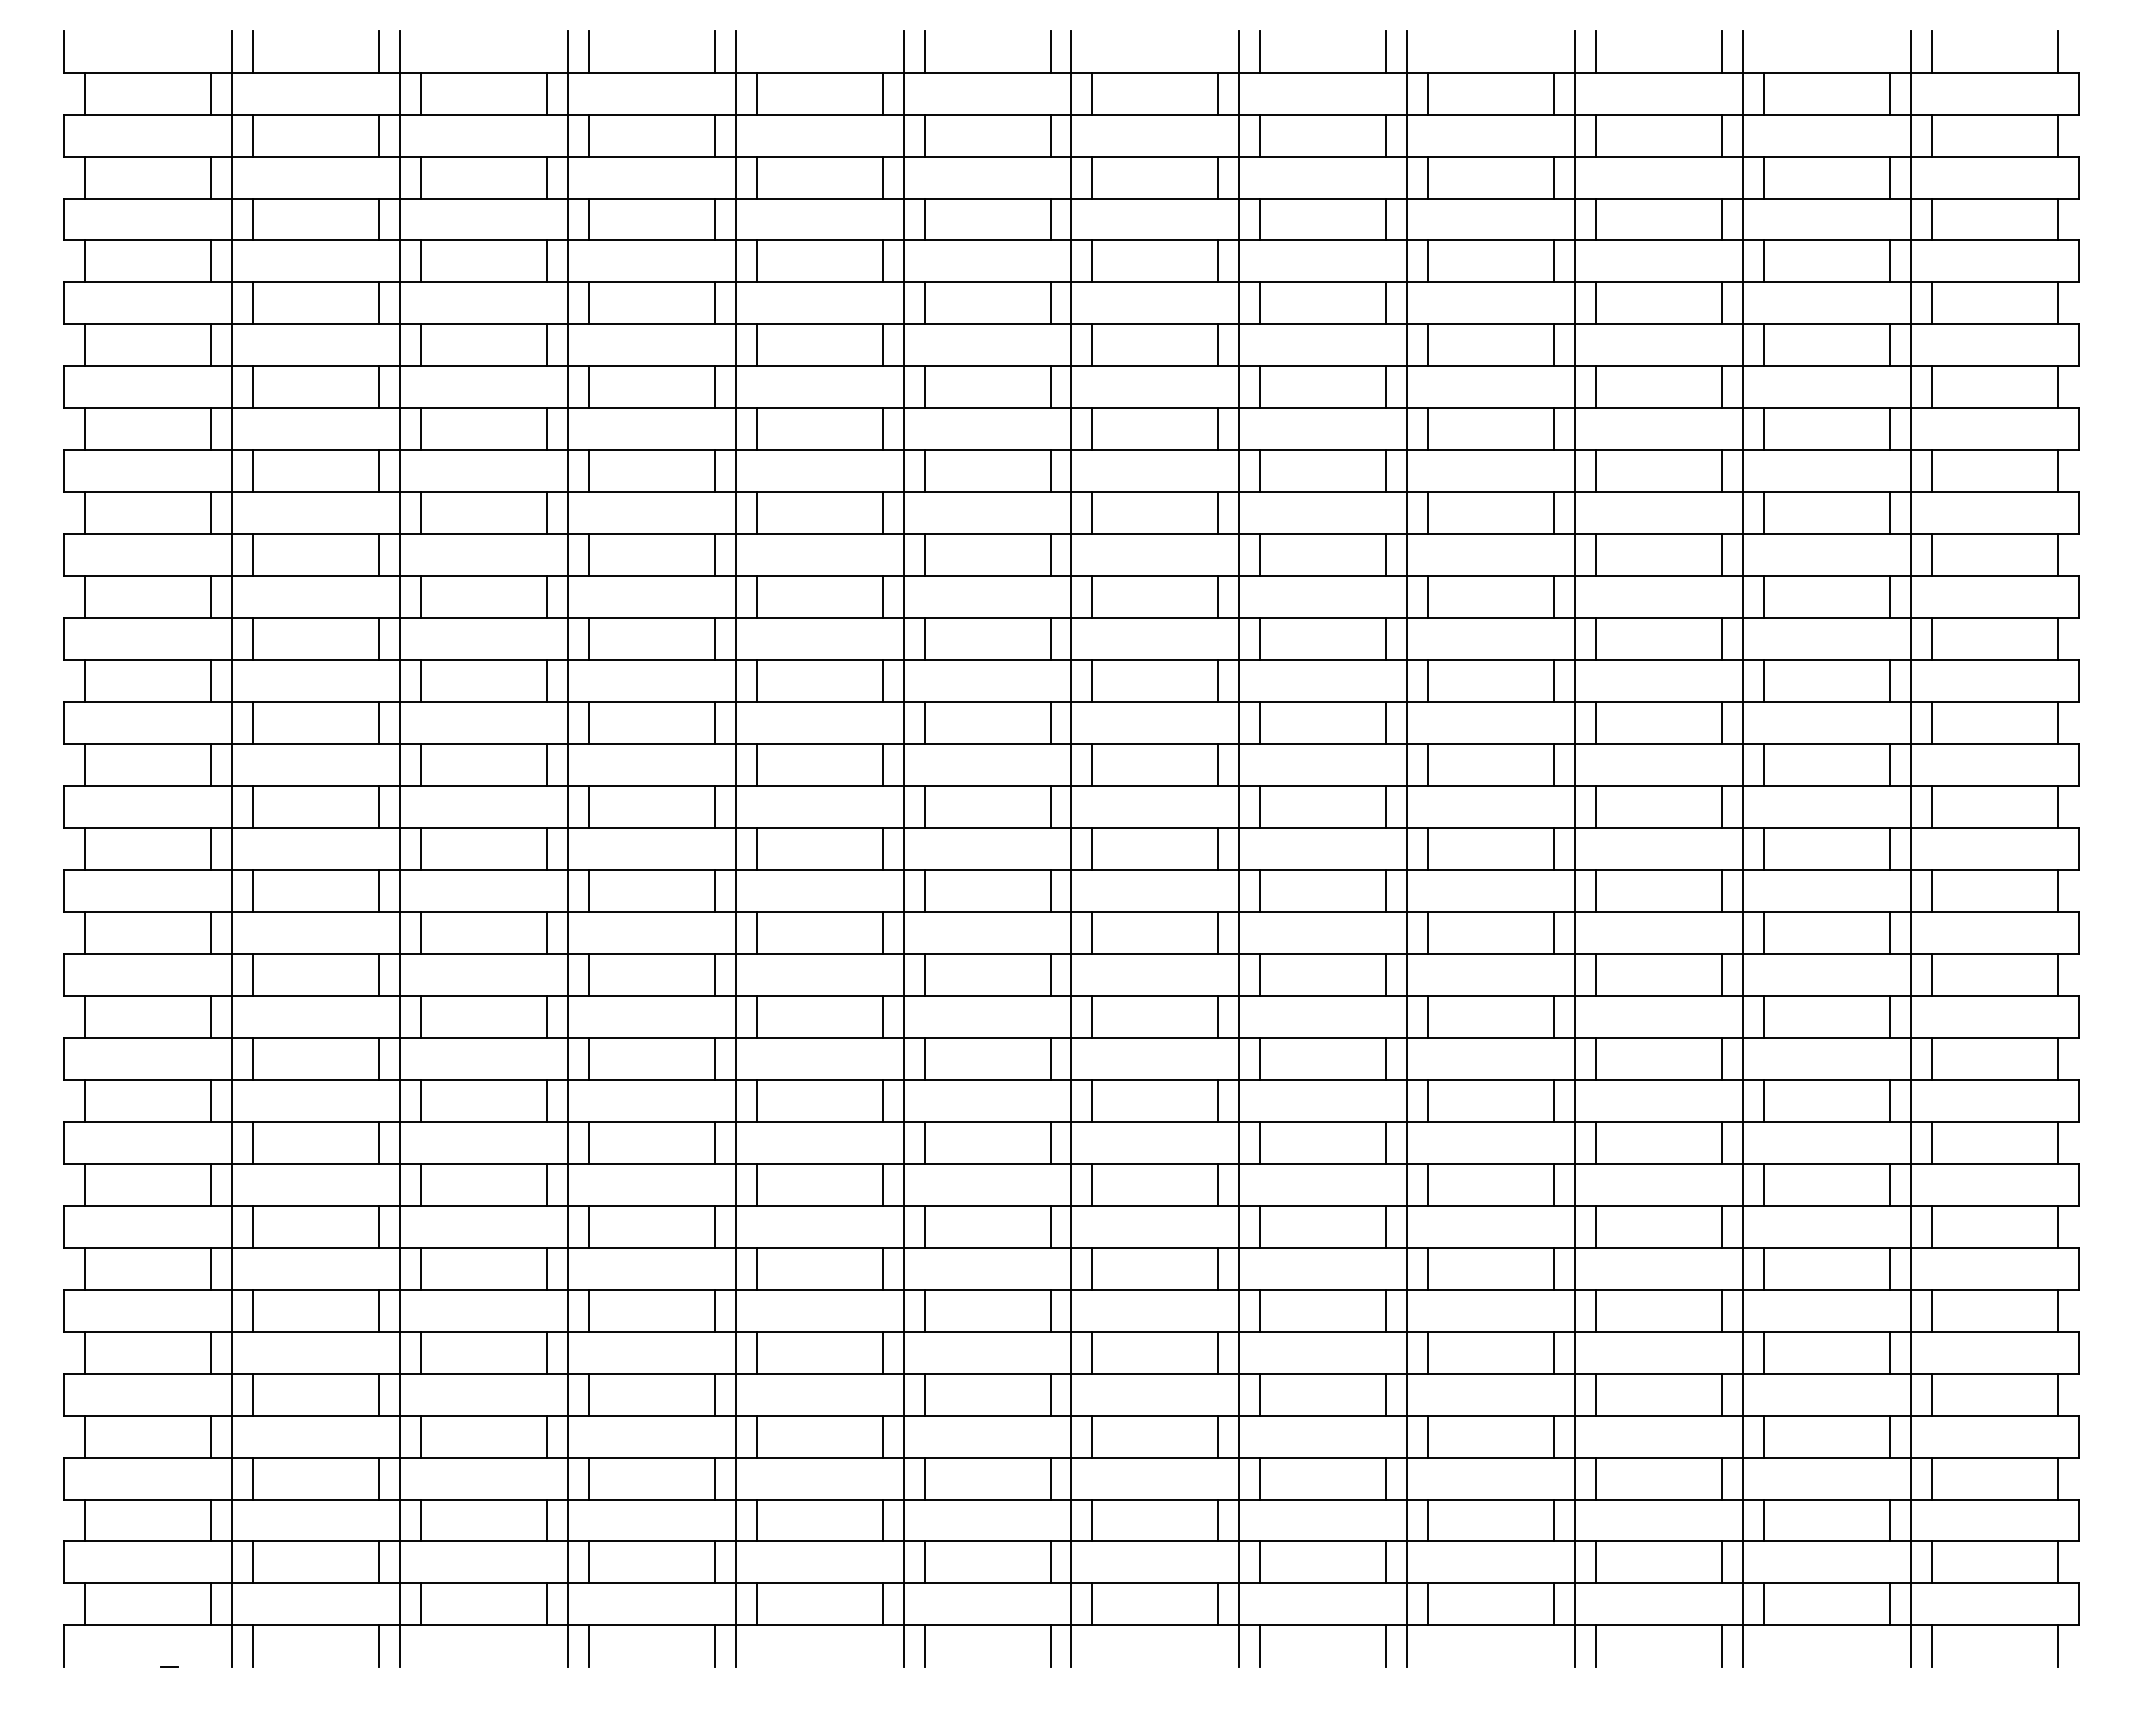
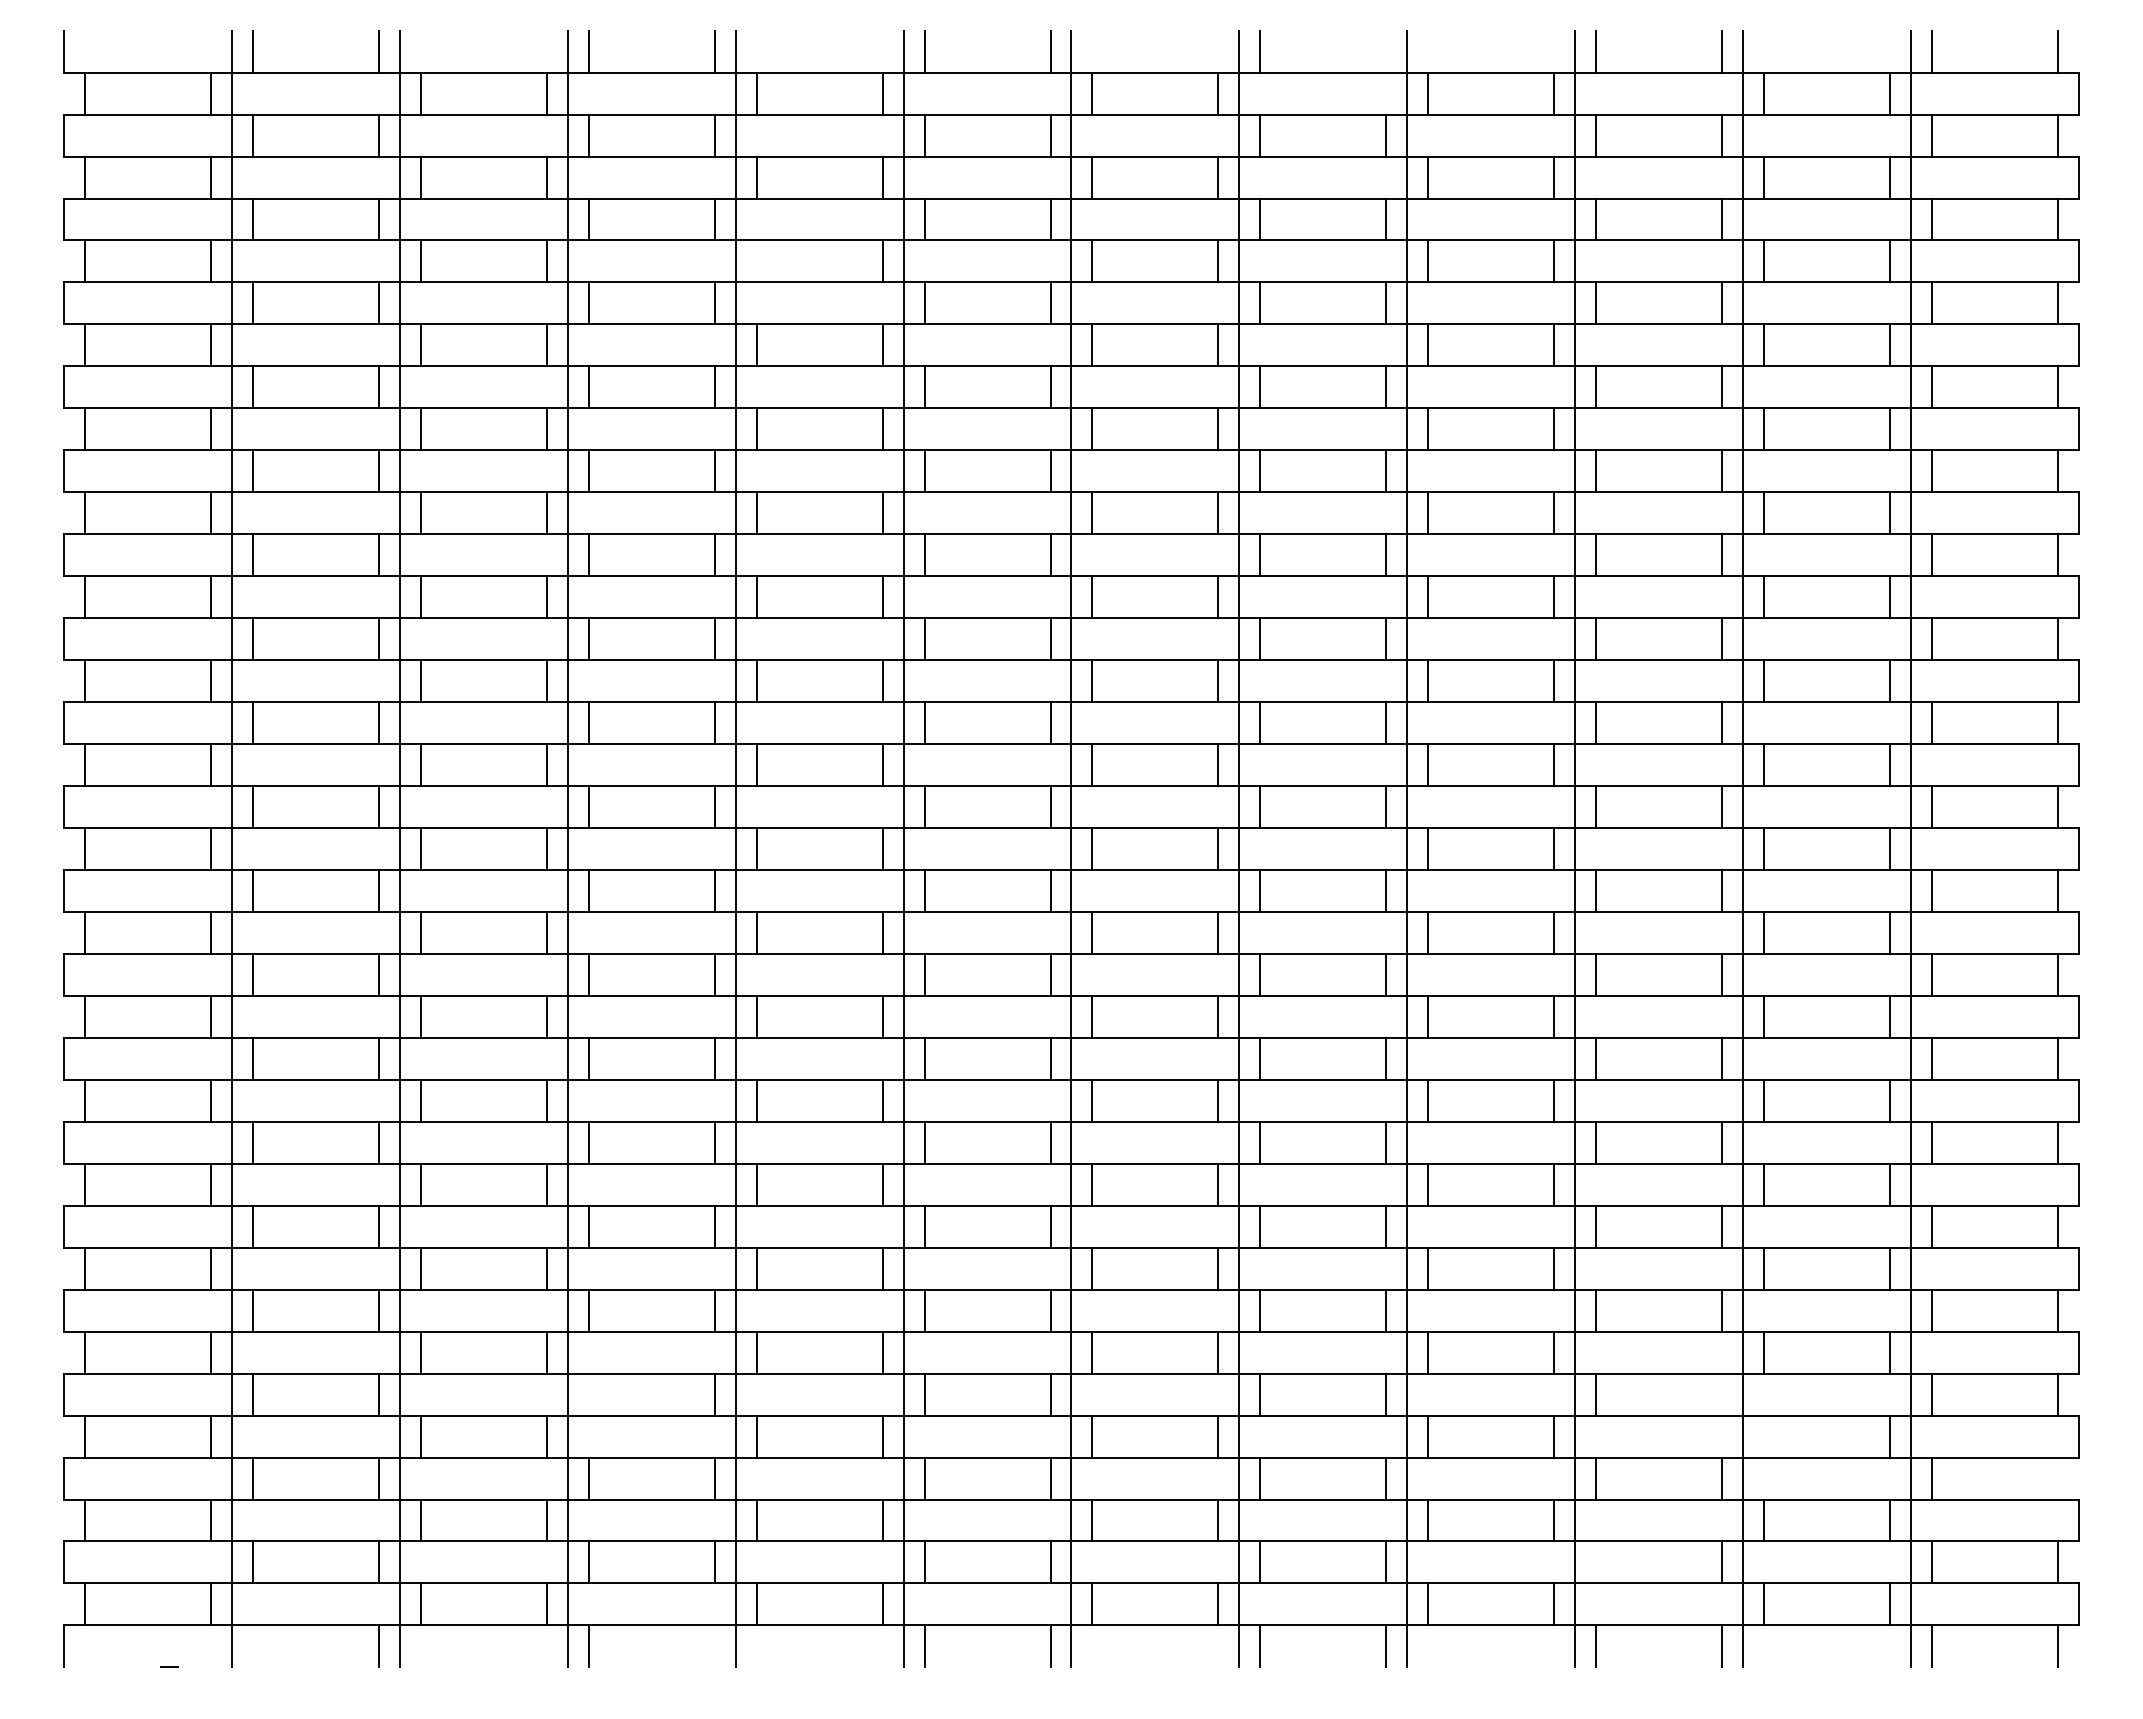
line at (1386, 51): present -> none
line at (756, 261): present -> none
line at (588, 1394): present -> none
line at (1721, 1394): present -> none
line at (1763, 1436): present -> none
line at (2057, 1478): present -> none
line at (1596, 1562): present -> none
line at (253, 1646): present -> none
line at (714, 1646): present -> none
